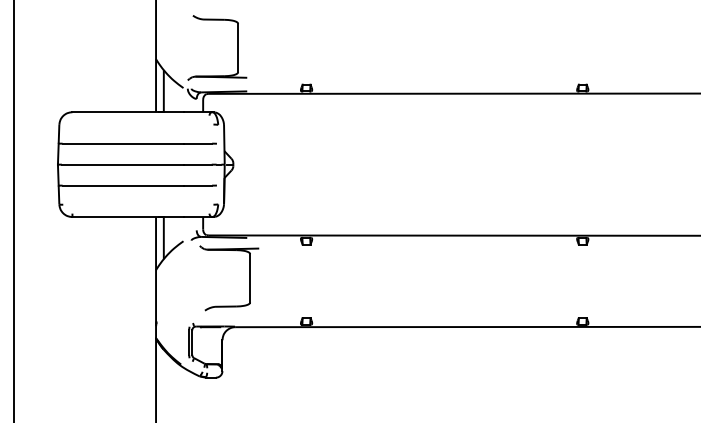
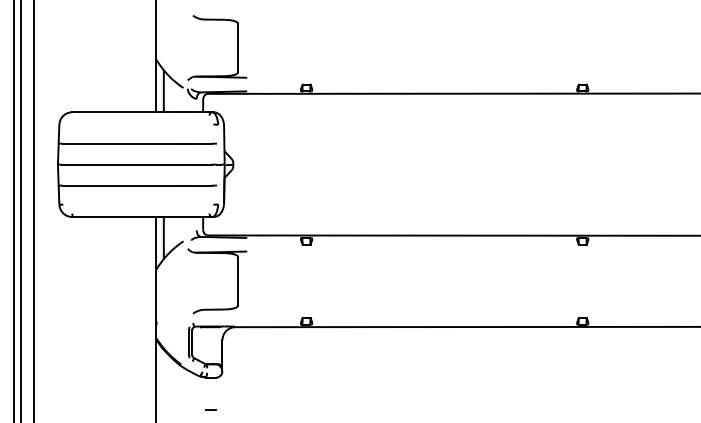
line at (21, 210): none -> present
line at (34, 210): none -> present
part at (249, 278) position: (249, 278) -> (237, 281)
line at (210, 409): none -> present
